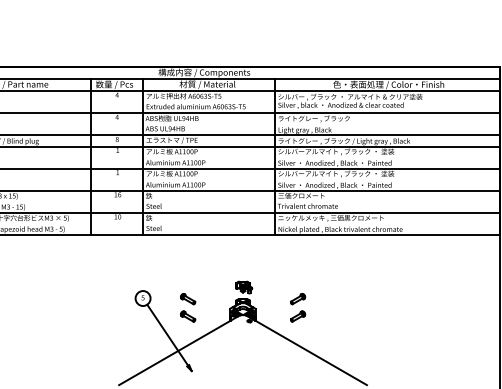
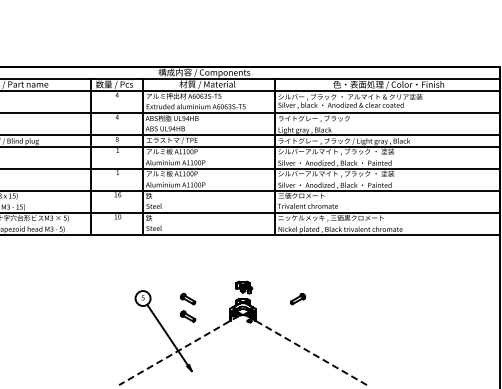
part at (298, 316): present -> none
line at (178, 350): solid -> dashed
line at (306, 350): solid -> dashed
